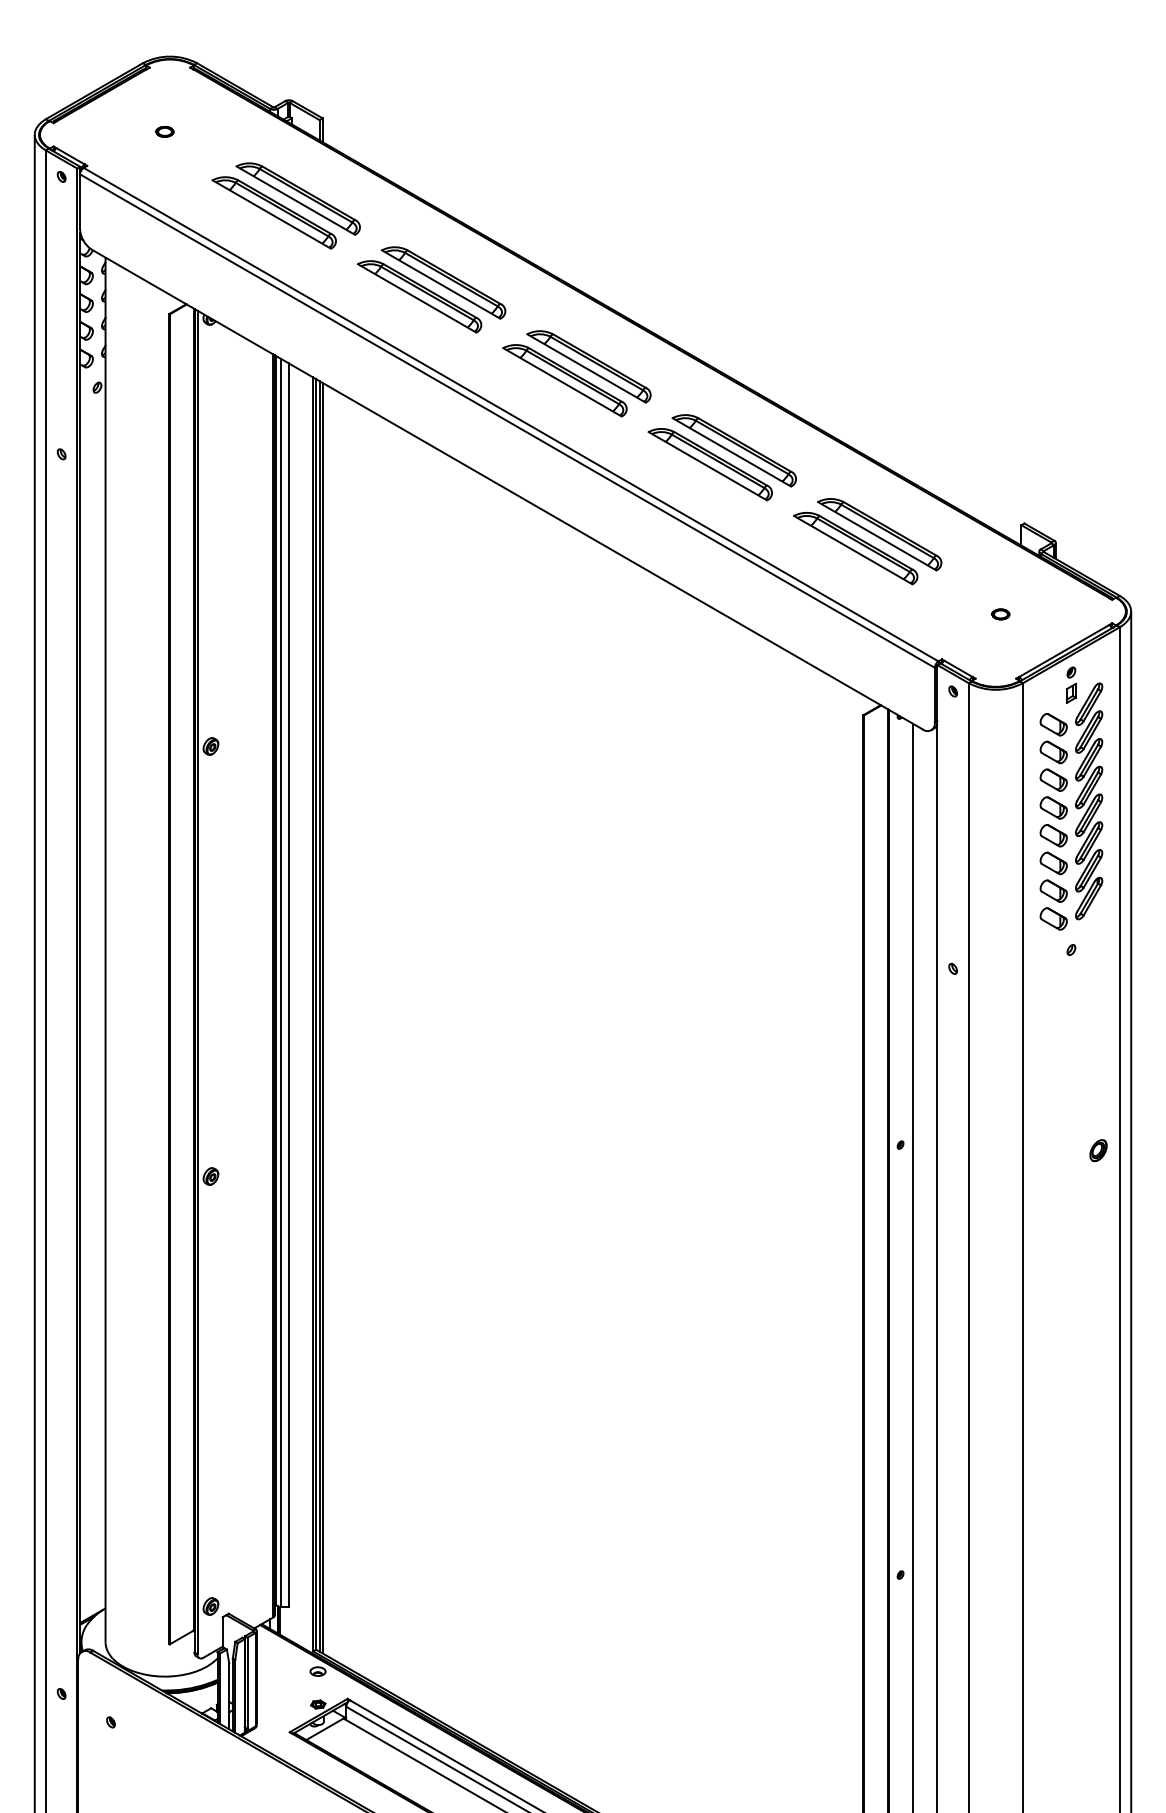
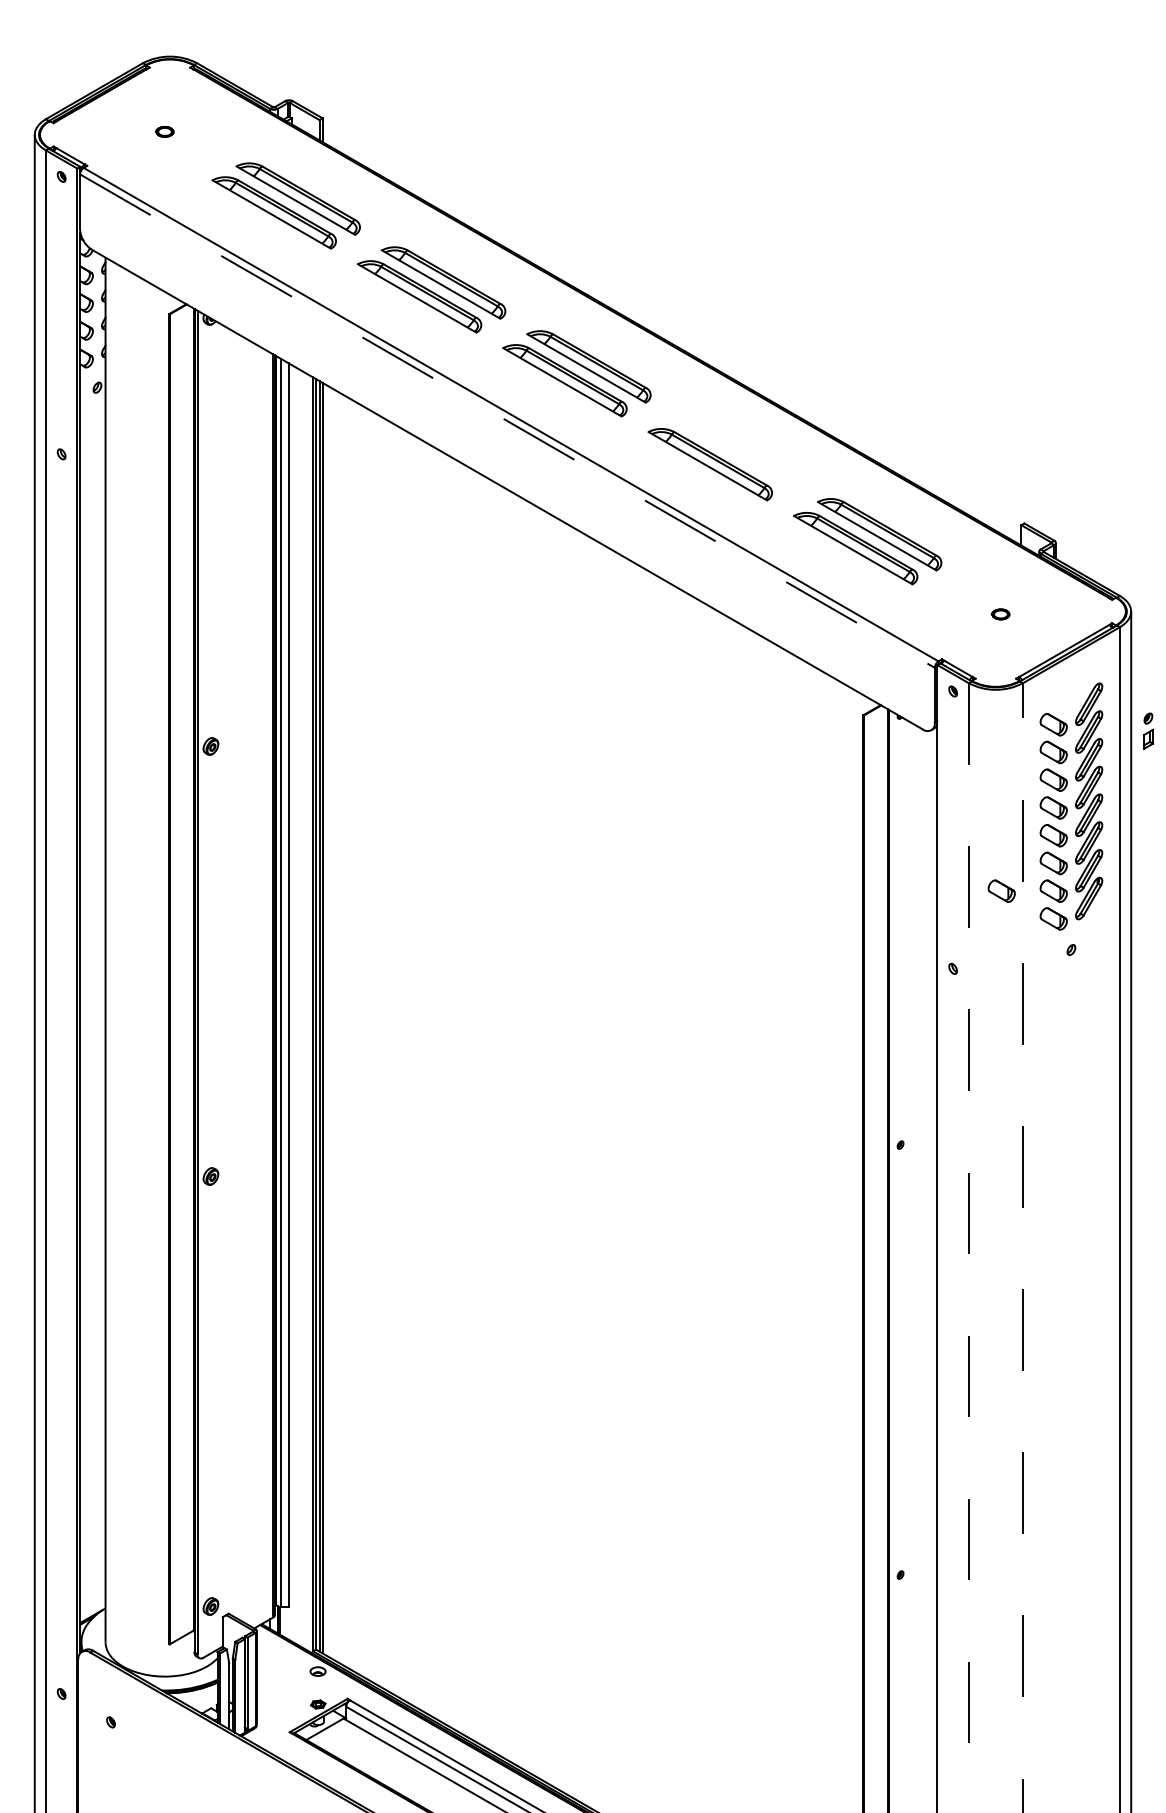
line at (507, 421): solid -> dashed
part at (733, 450): present -> none
part at (1071, 684) position: (1071, 684) -> (1148, 730)
part at (1001, 890): none -> present
part at (1098, 1150): present -> none
line at (968, 1248): solid -> dashed
line at (1022, 1248): solid -> dashed
line at (912, 1266): present -> none
